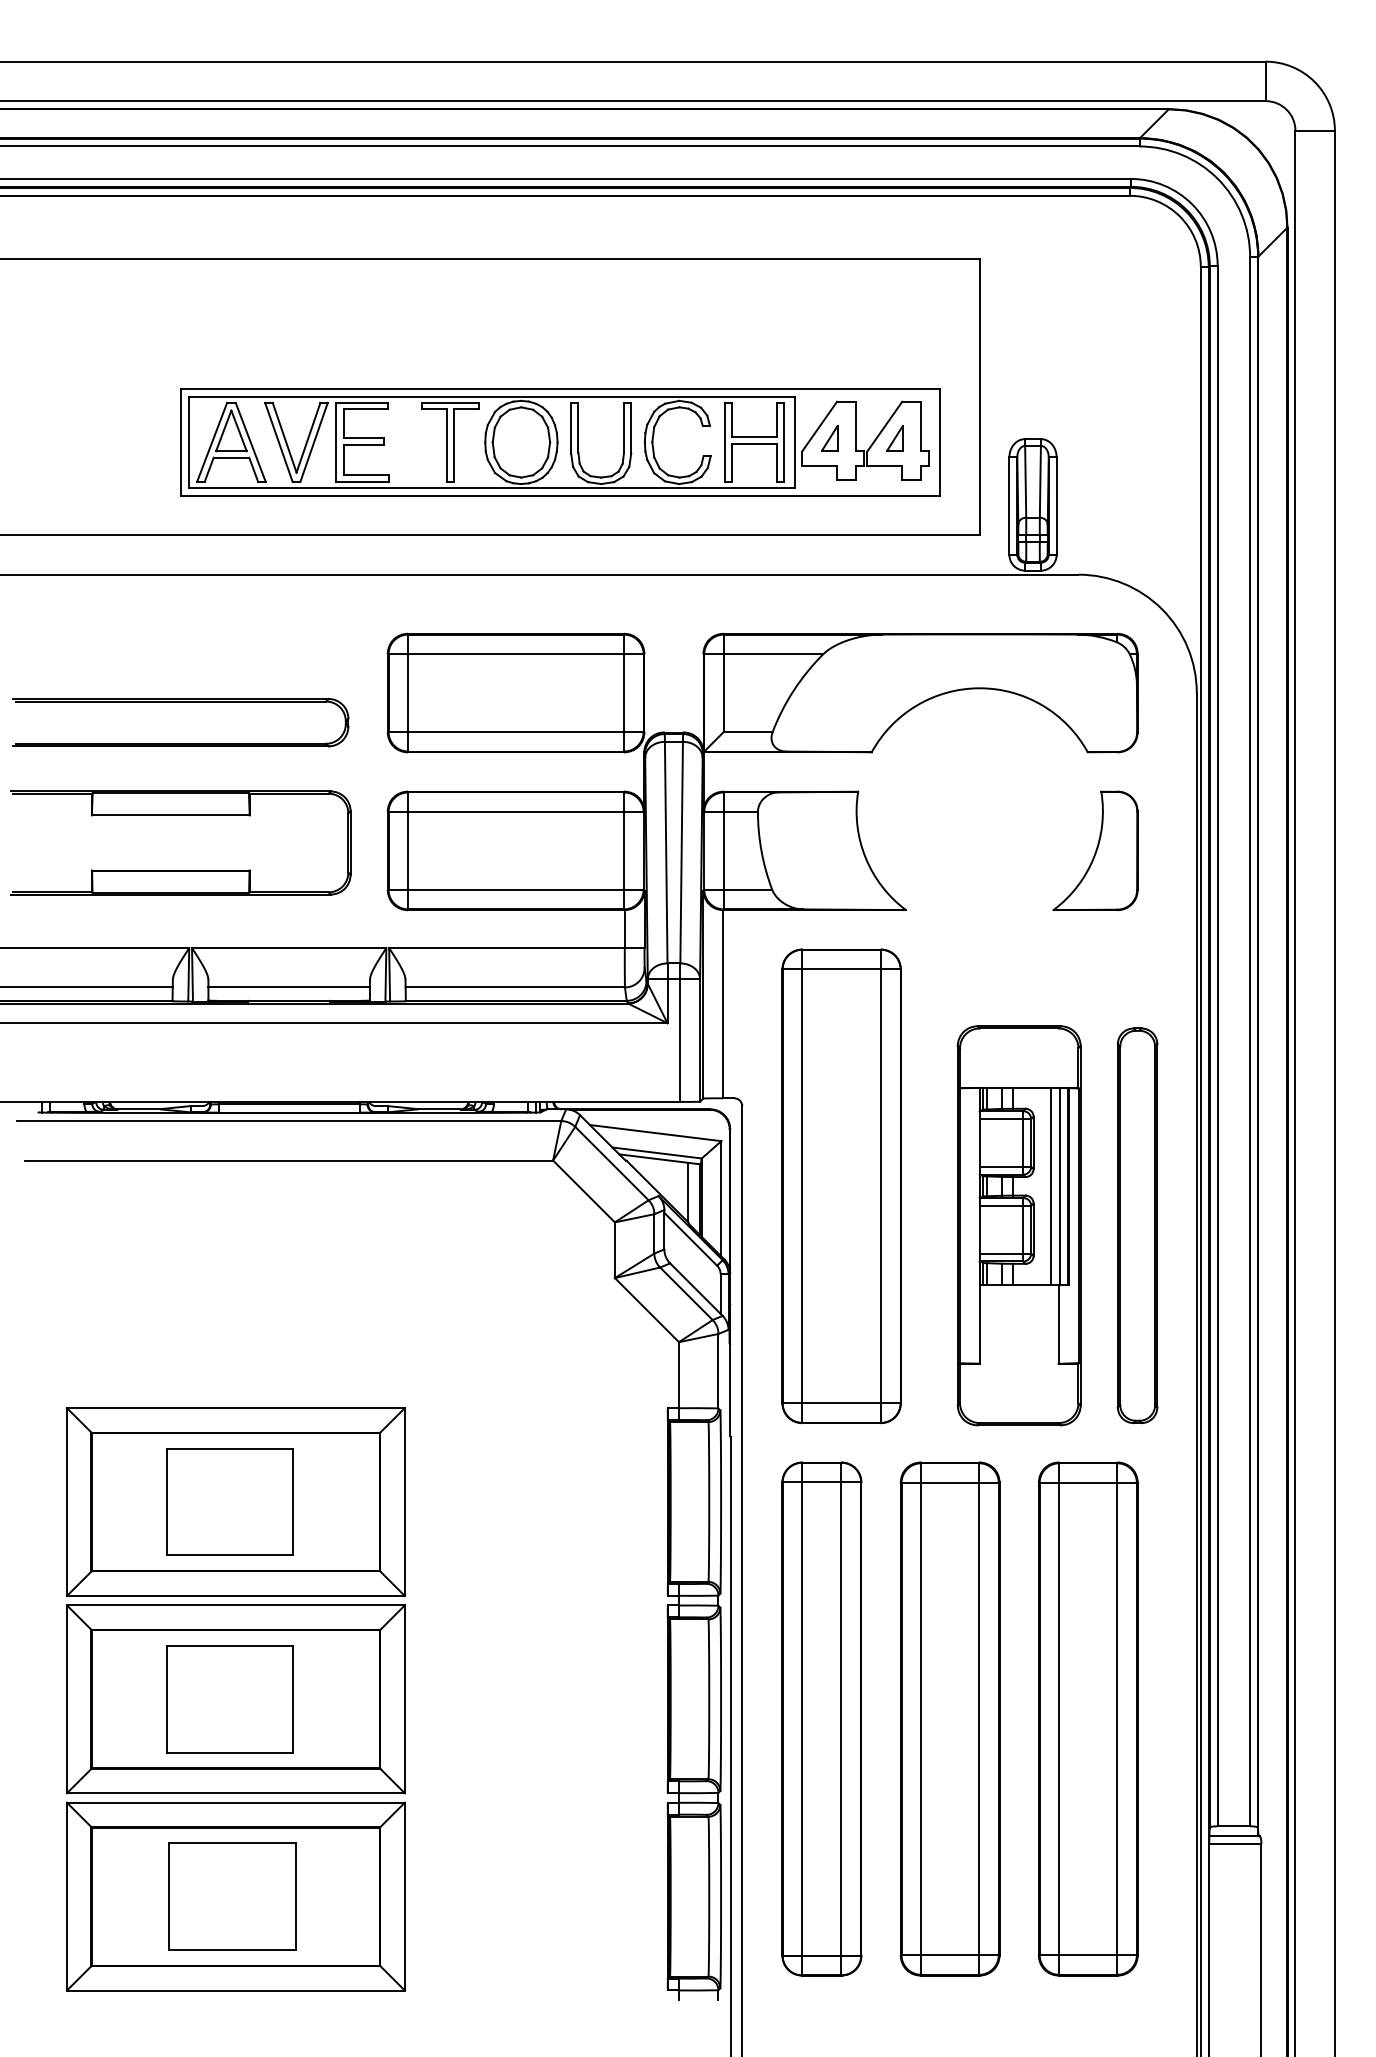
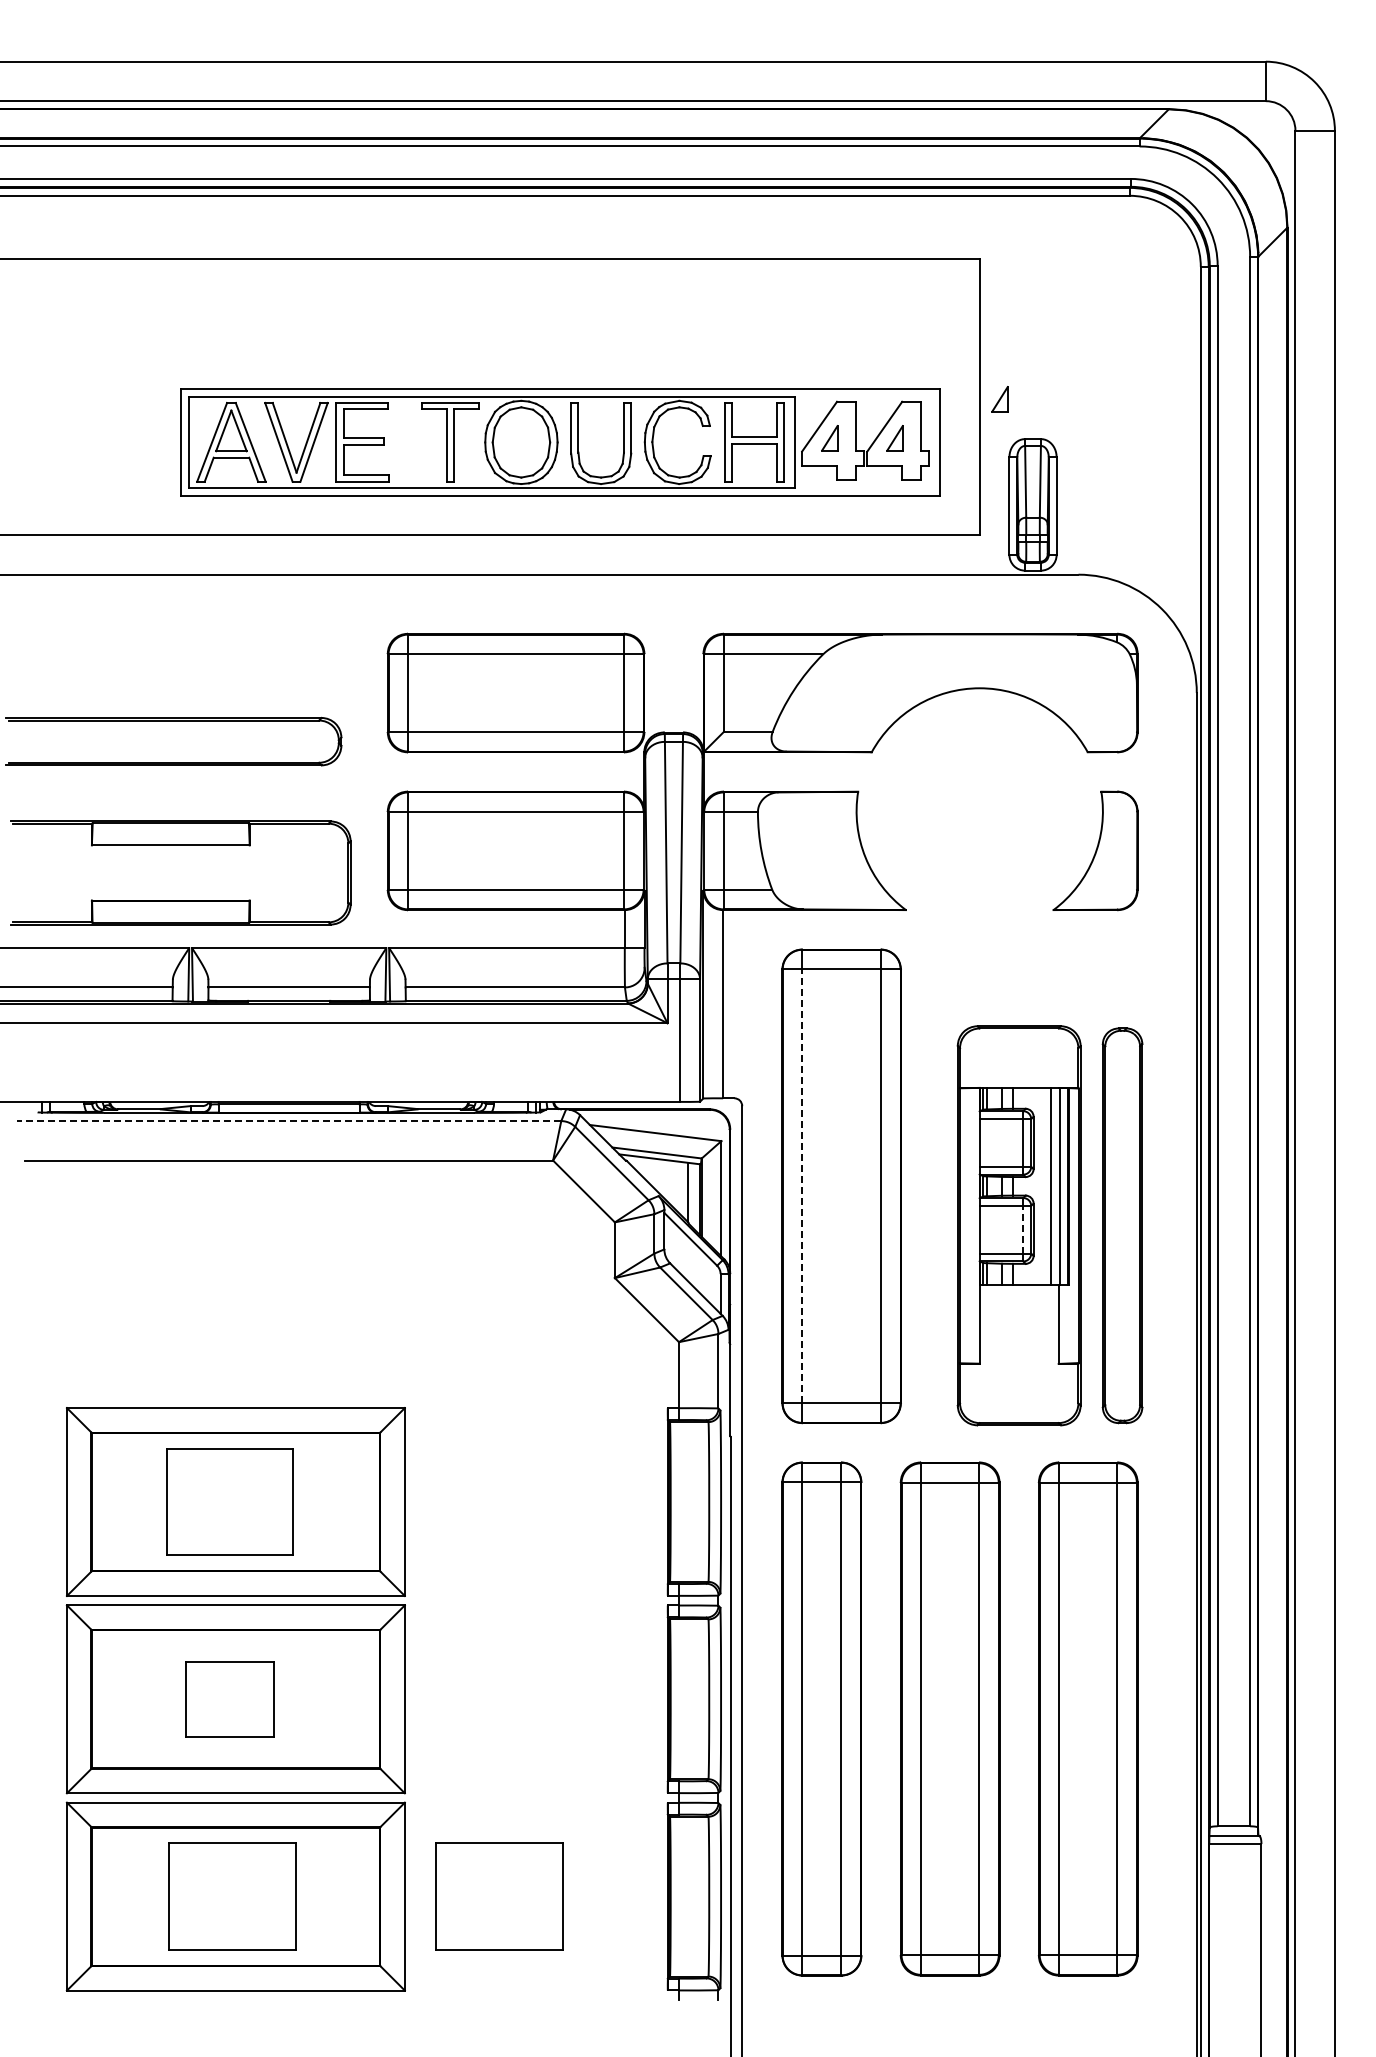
part at (999, 399): none -> present
part at (180, 702) position: (180, 702) -> (173, 721)
part at (180, 815) position: (180, 815) -> (180, 845)
line at (288, 1121): solid -> dashed
line at (802, 1186): solid -> dashed
part at (1137, 1225) position: (1137, 1225) -> (1122, 1225)
line at (1023, 1229): solid -> dashed
part at (229, 1699) size: 128x109 px -> 90x77 px
part at (499, 1896): none -> present
